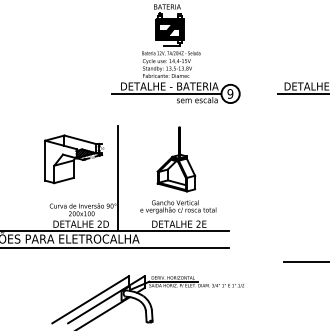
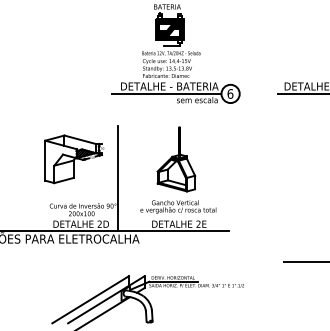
text at (230, 93): 9 -> 6
line at (115, 248): present -> none
